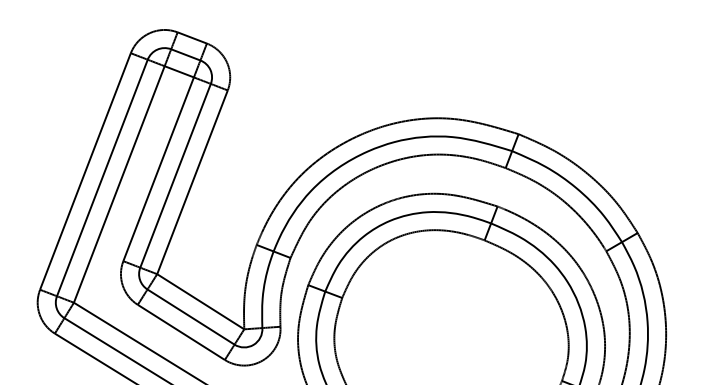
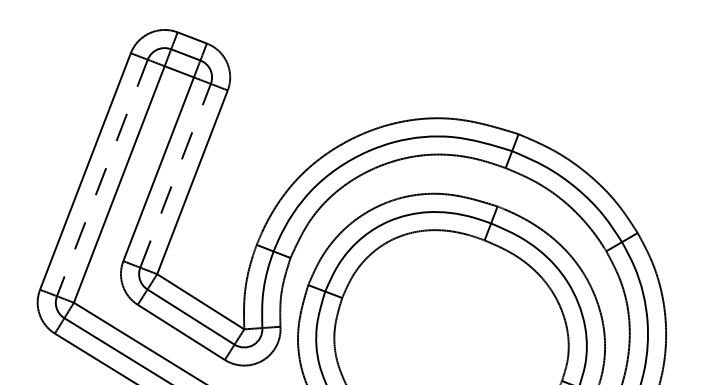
line at (175, 175): solid -> dashed
line at (102, 177): solid -> dashed
